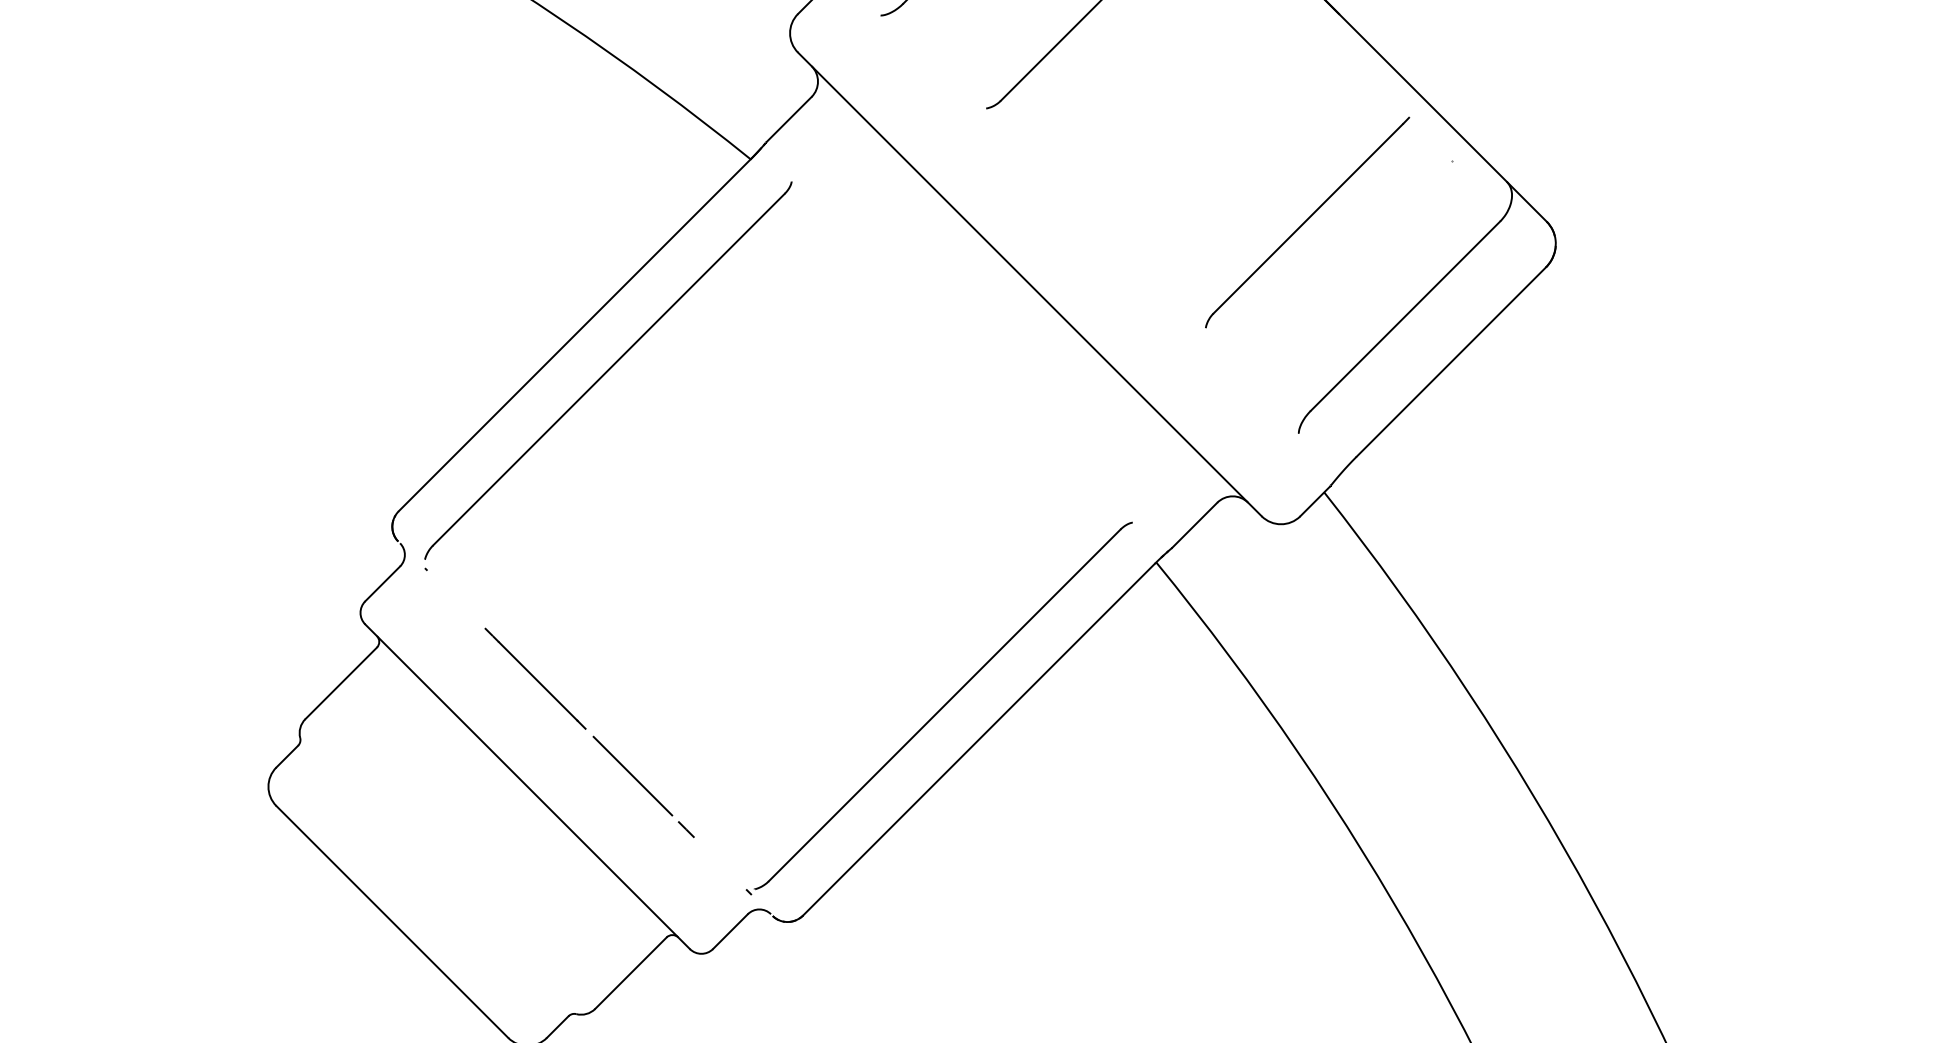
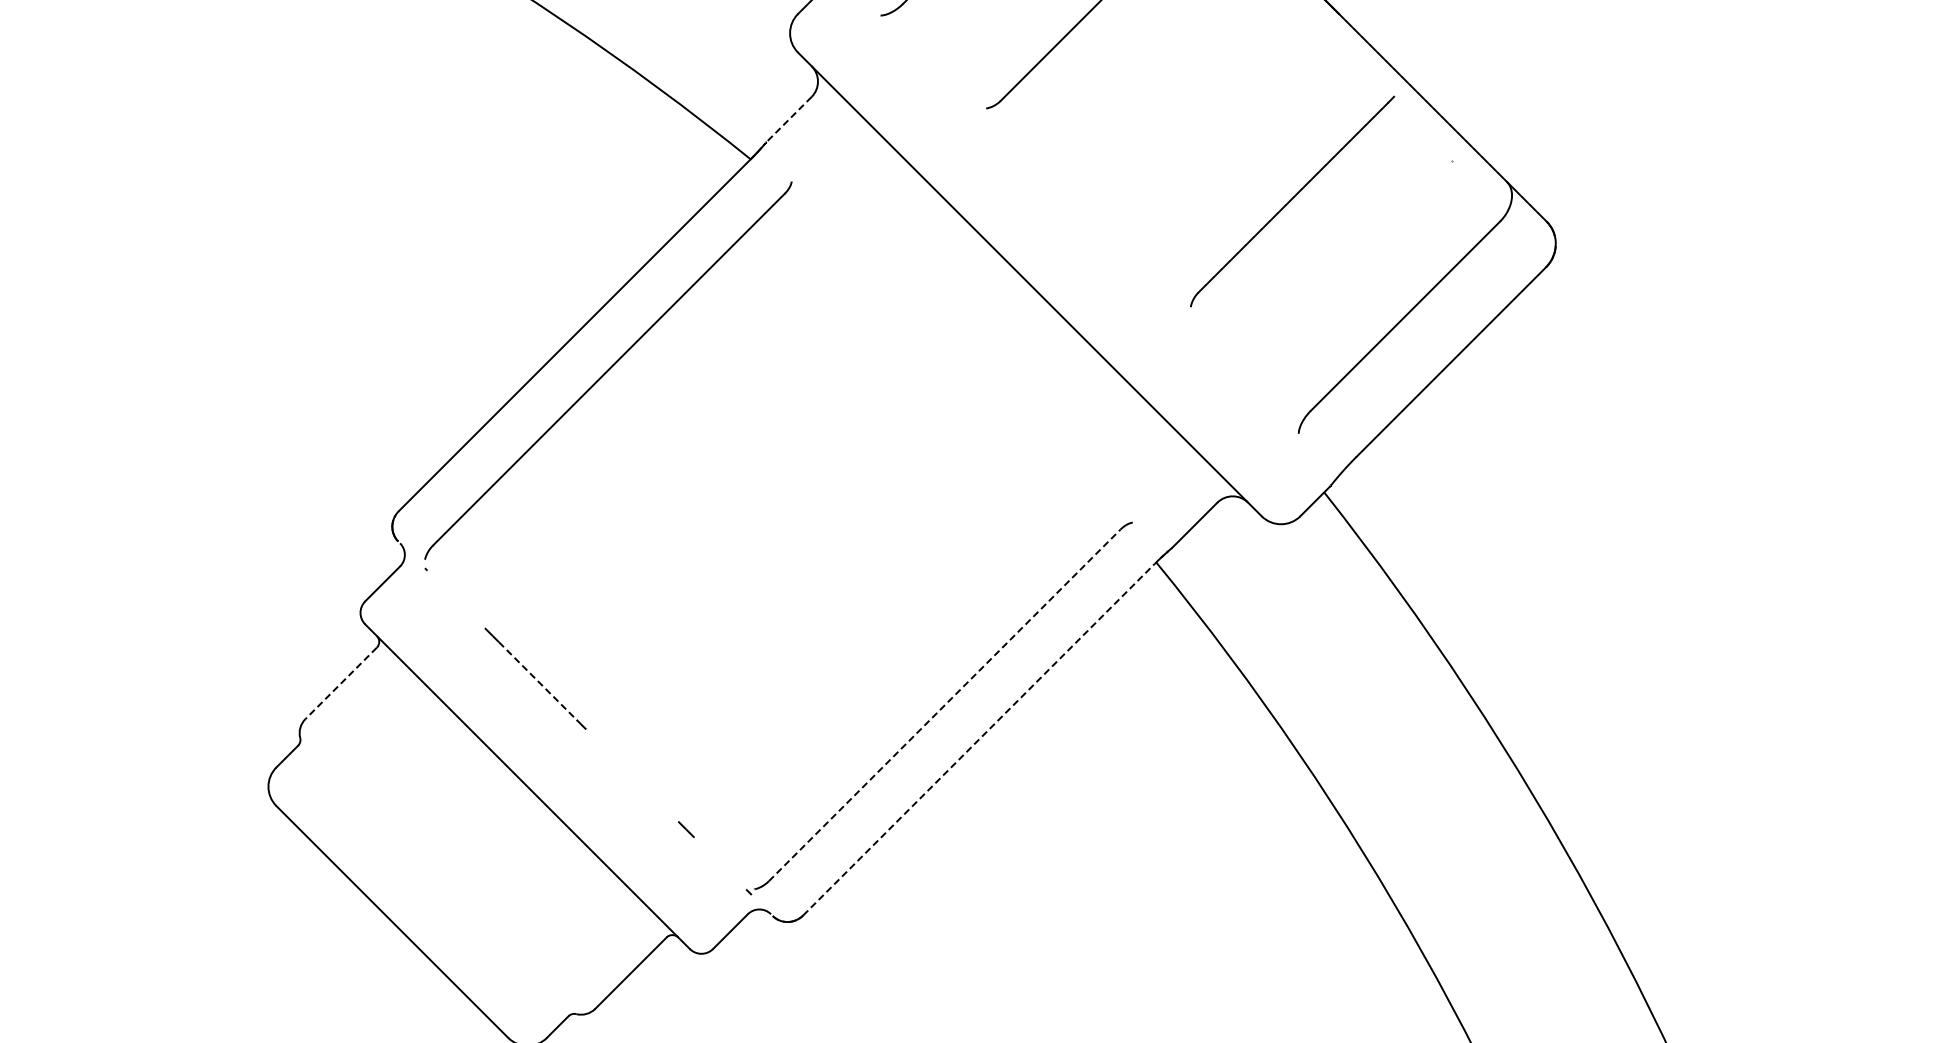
line at (789, 119): solid -> dashed
part at (1307, 222) position: (1307, 222) -> (1292, 201)
line at (538, 681): solid -> dashed
line at (341, 683): solid -> dashed
line at (944, 705): solid -> dashed
line at (978, 739): solid -> dashed
line at (632, 775): present -> none
